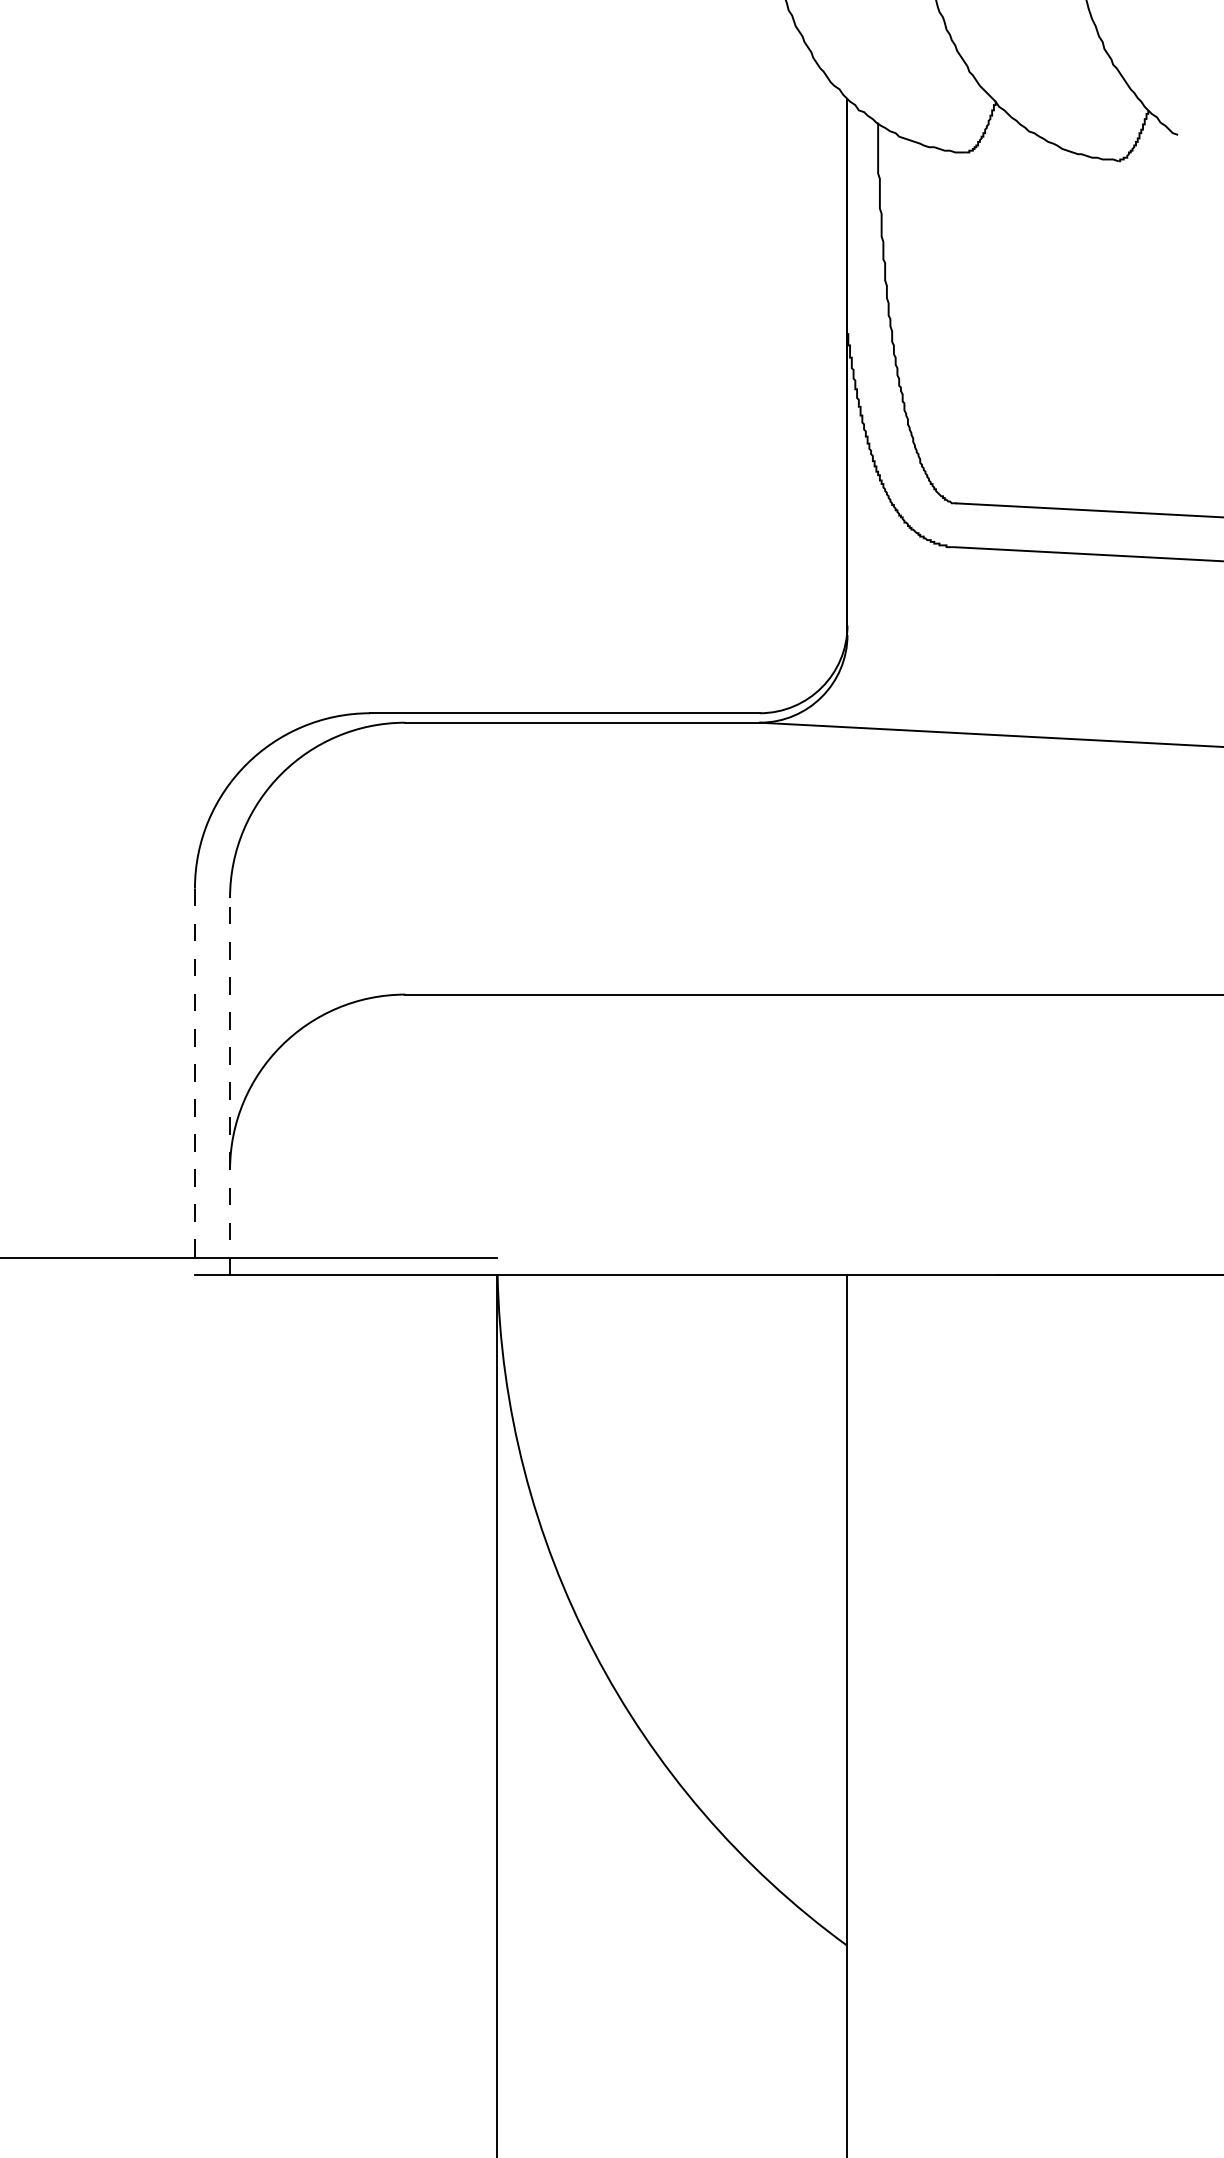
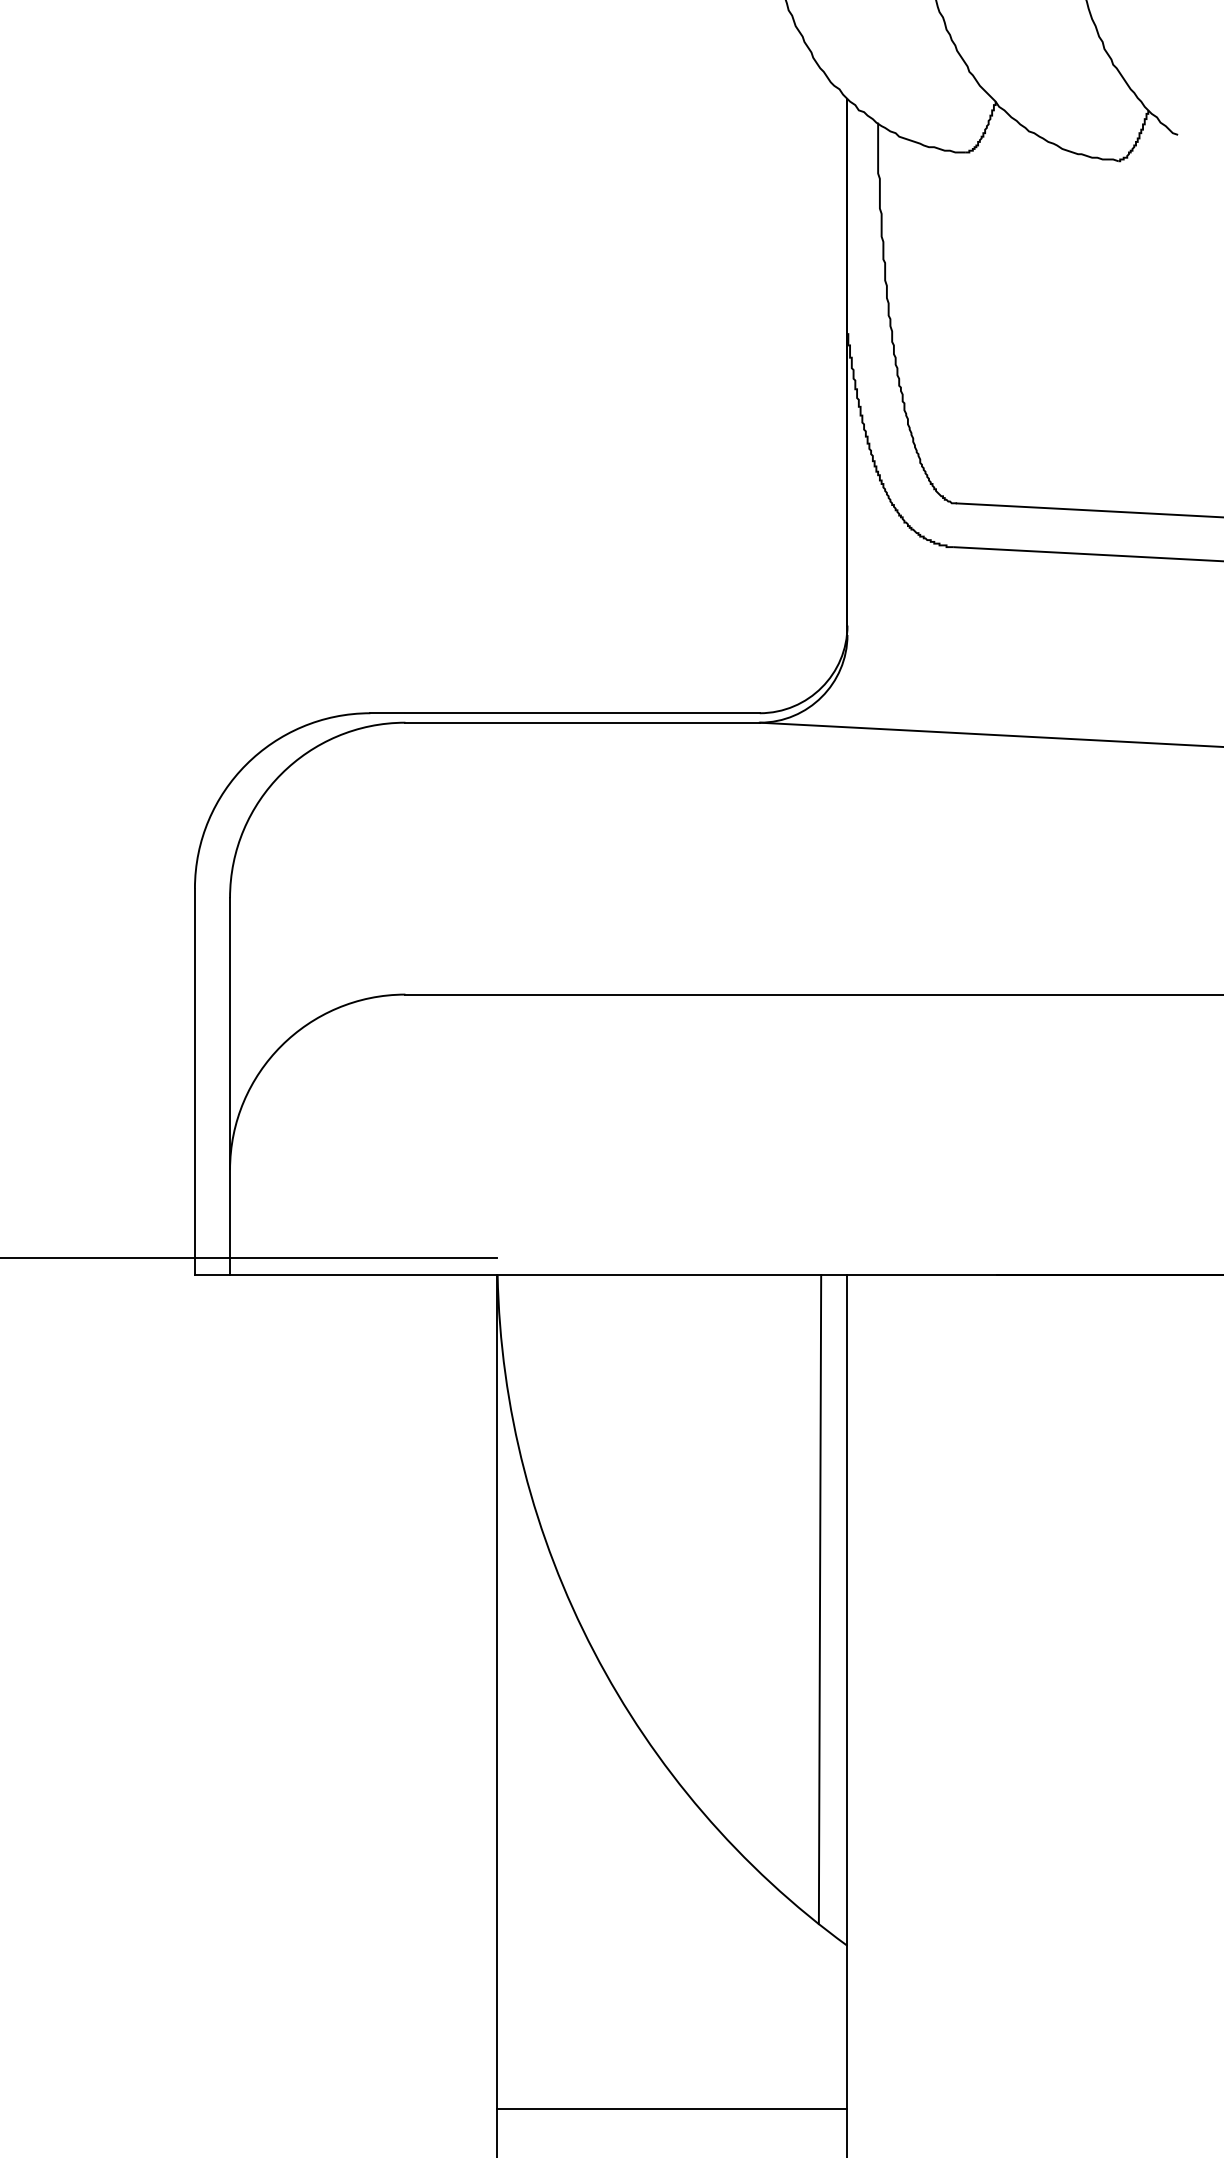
line at (194, 1082): dashed -> solid
line at (230, 1086): dashed -> solid
line at (819, 1599): none -> present
line at (672, 2108): none -> present
